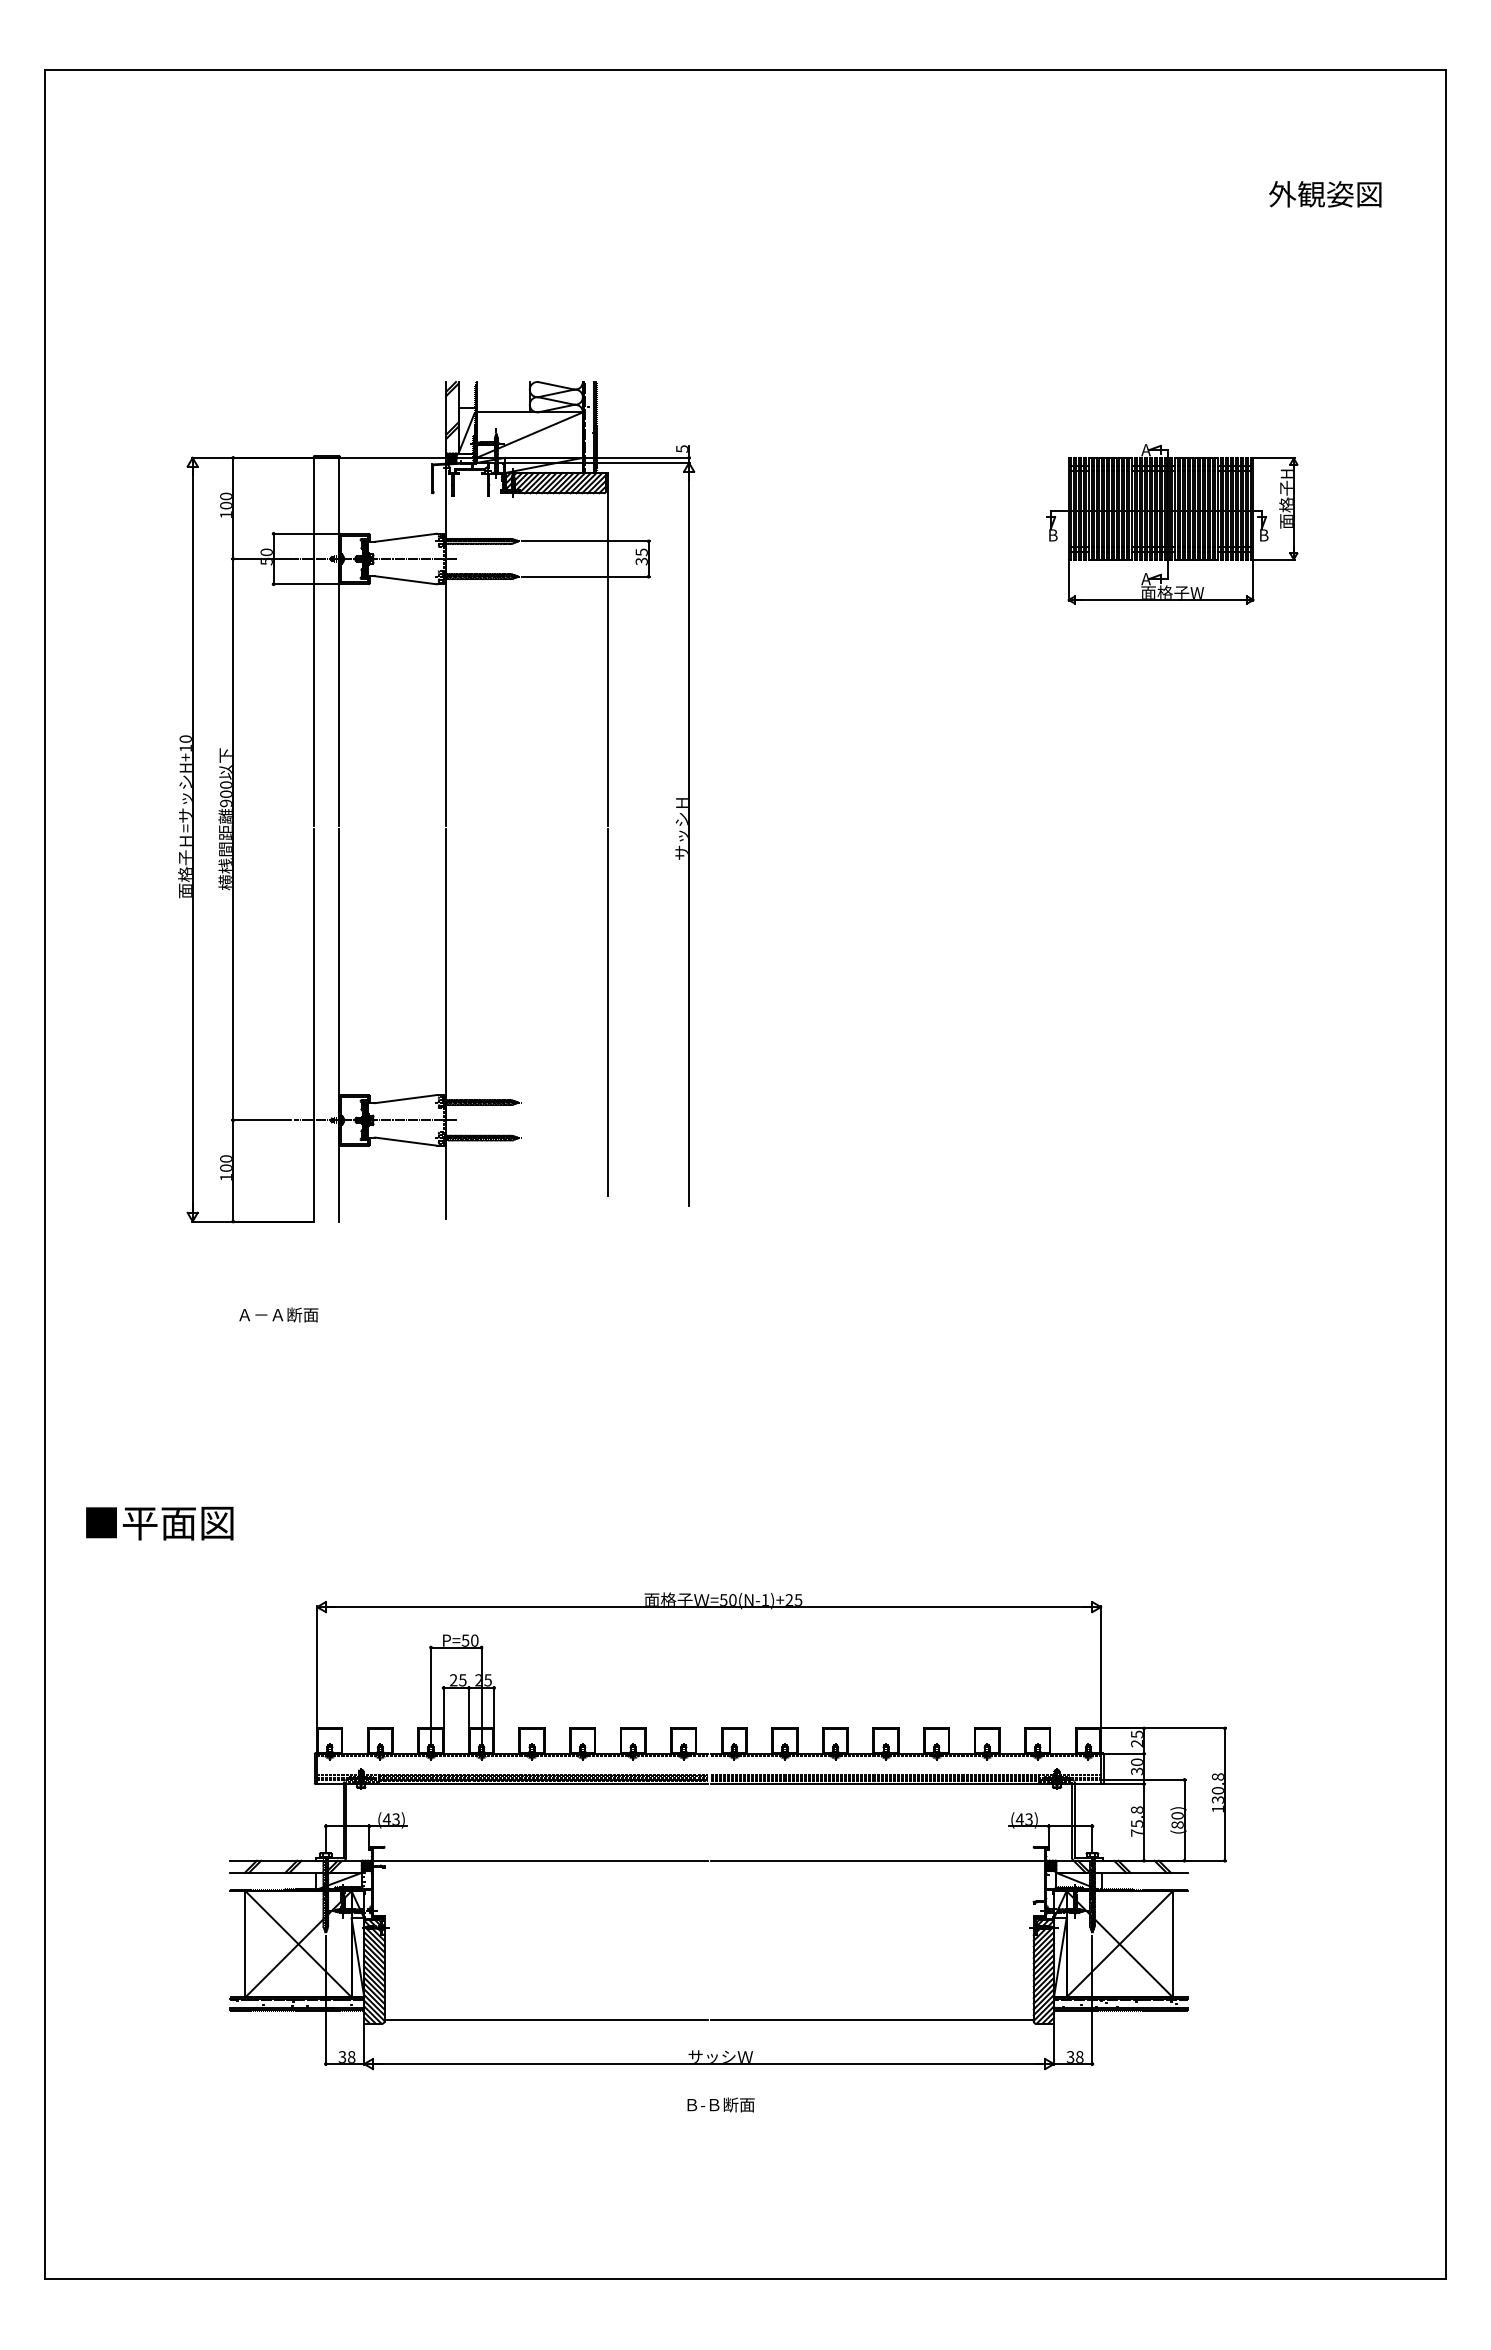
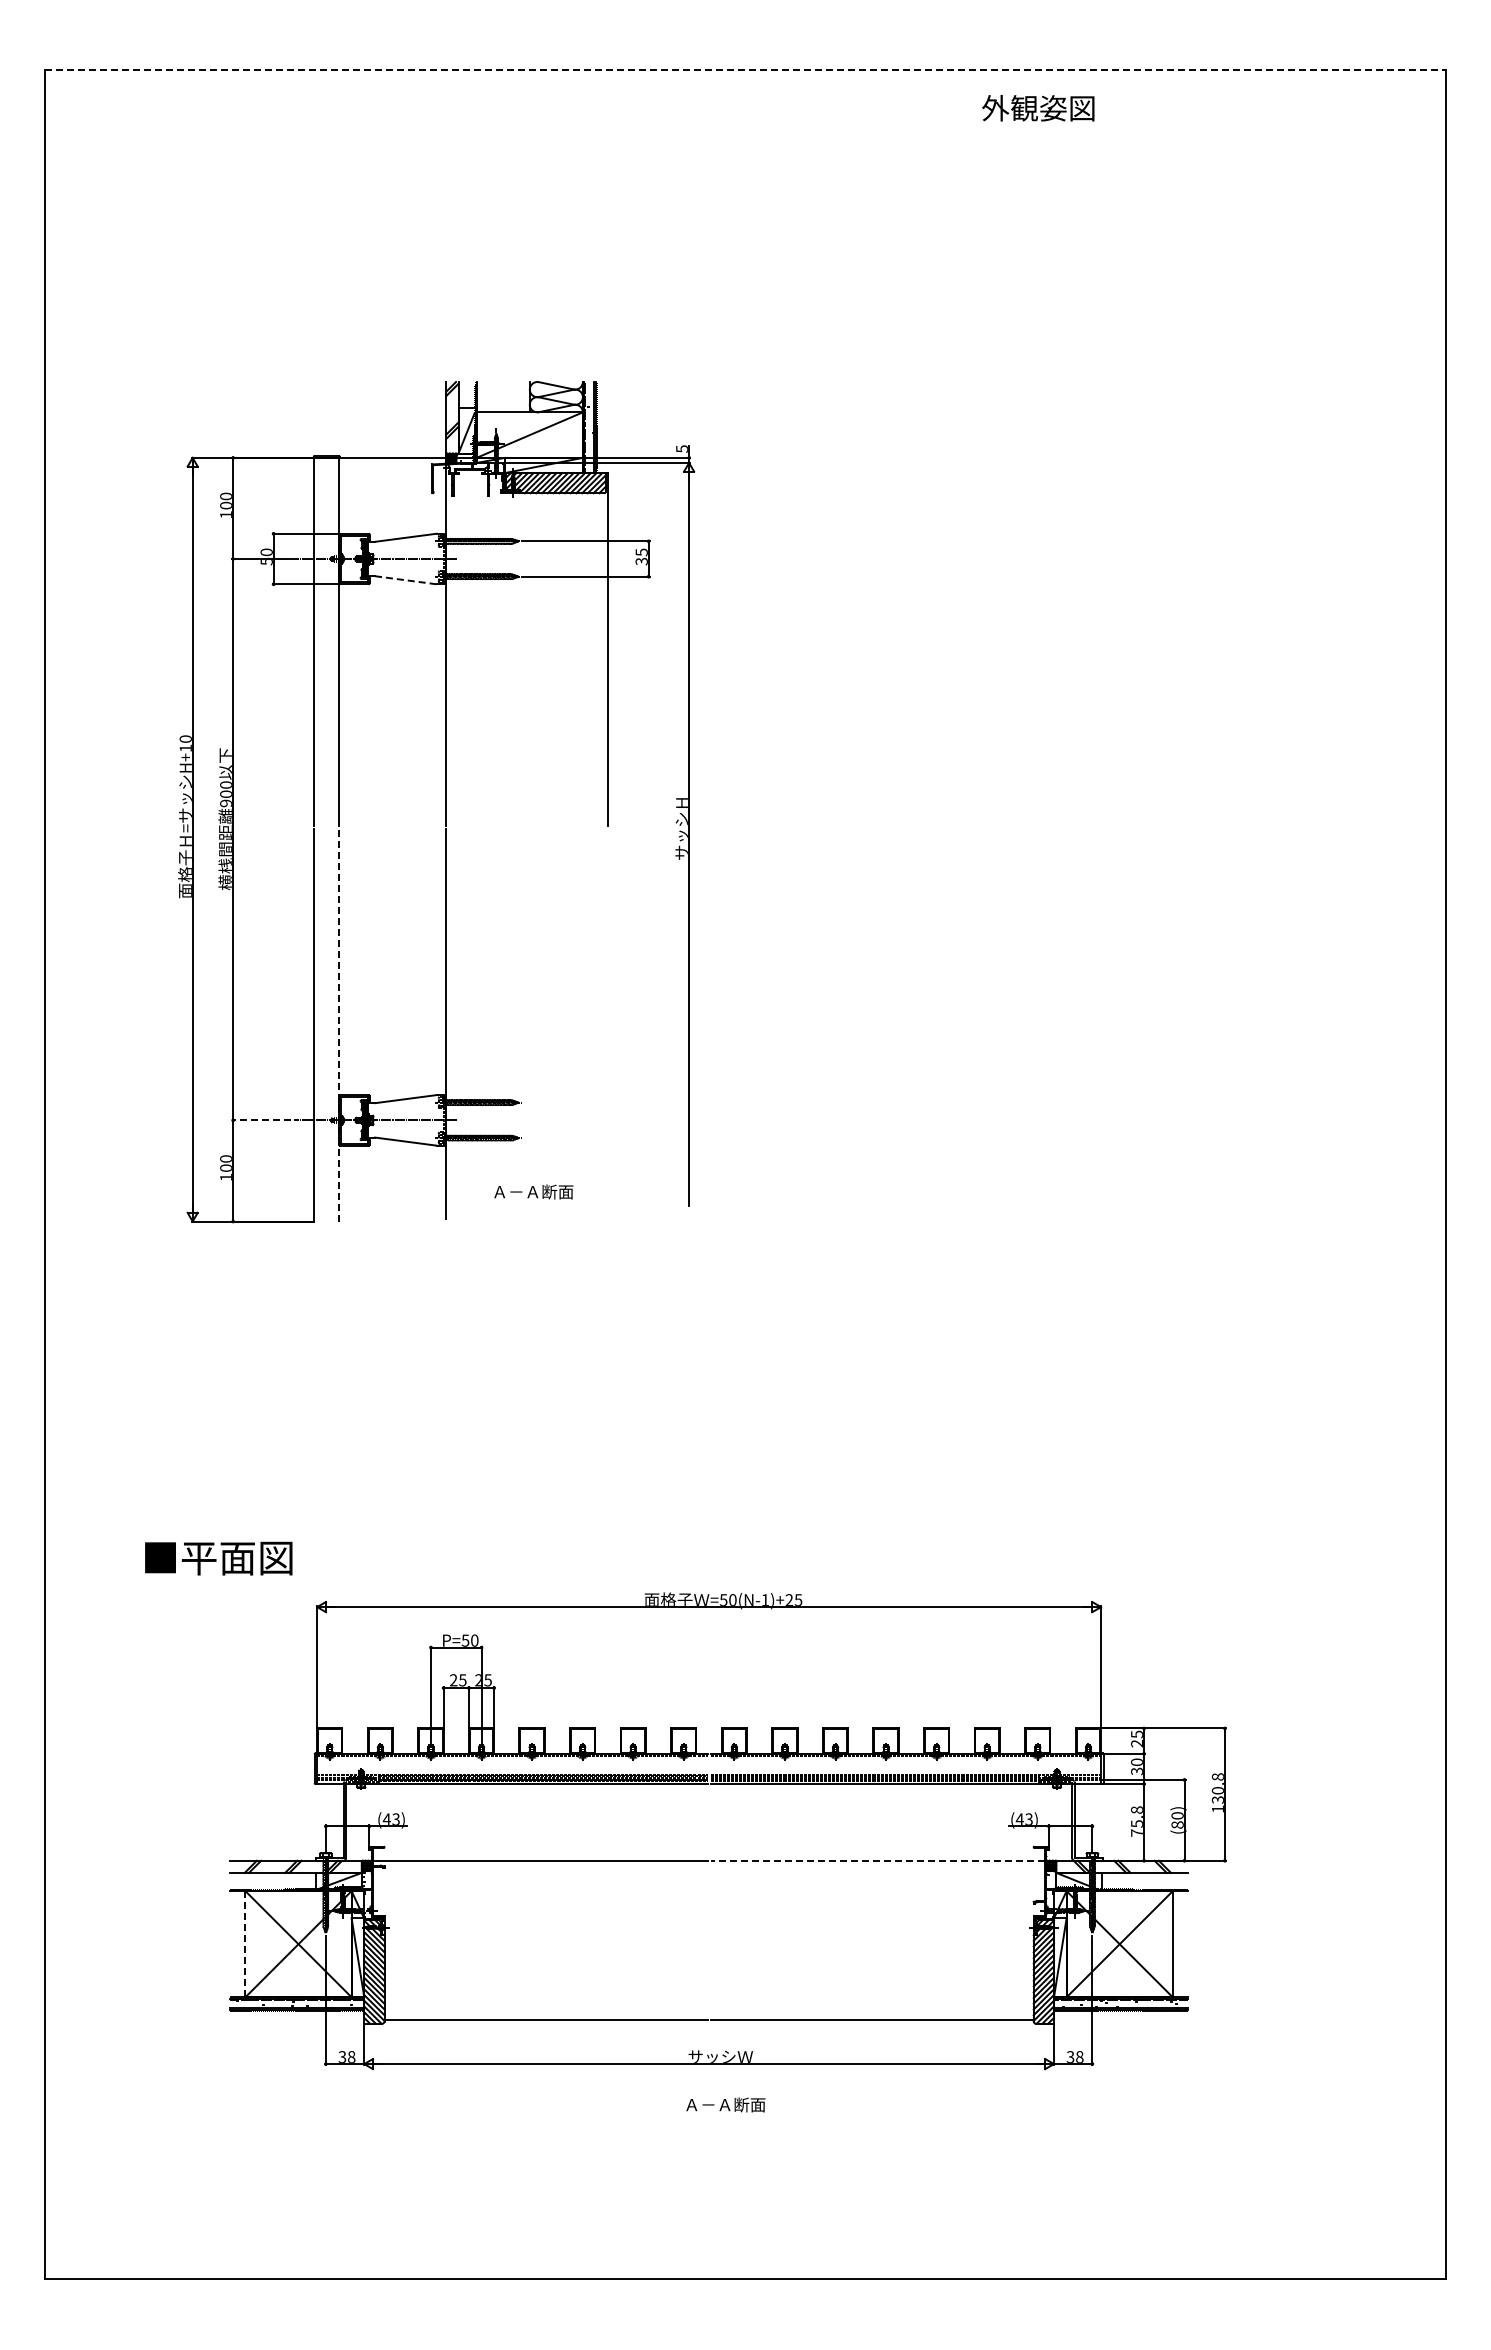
line at (745, 70): solid -> dashed
text at (1325, 194) position: (1325, 194) -> (1038, 108)
part at (1172, 524): present -> none
line at (406, 580): solid -> dashed
line at (608, 1012): present -> none
line at (339, 1024): solid -> dashed
line at (260, 1120): solid -> dashed
text at (278, 1314) position: (278, 1314) -> (533, 1191)
text at (159, 1523) position: (159, 1523) -> (218, 1558)
line at (877, 1860): solid -> dashed
line at (245, 1943): solid -> dashed
text at (725, 2104): Ｂ-Ｂ断面 -> Ａ－Ａ断面
